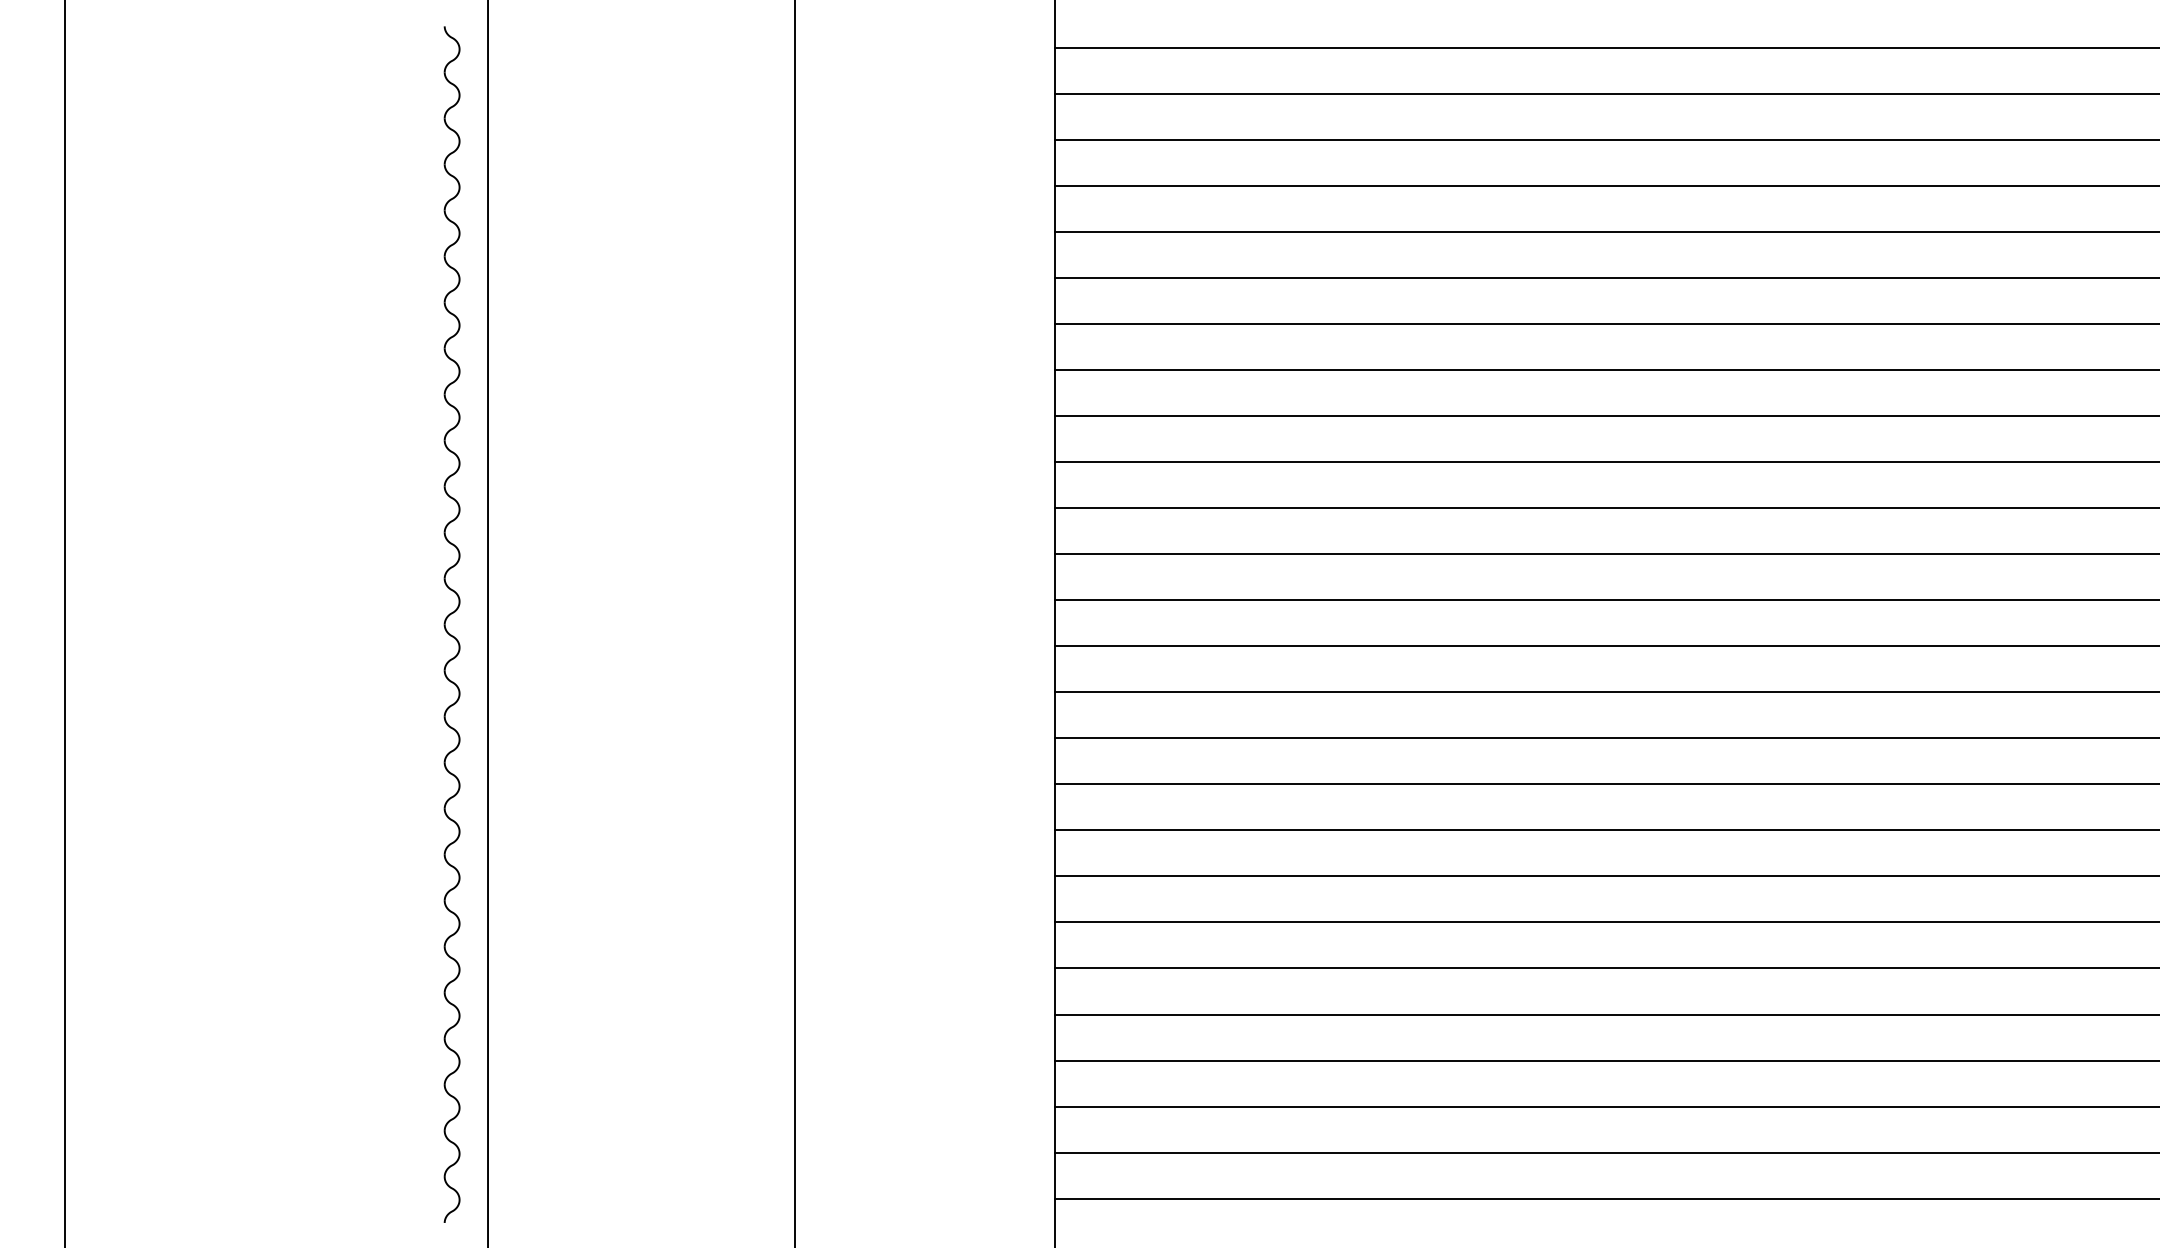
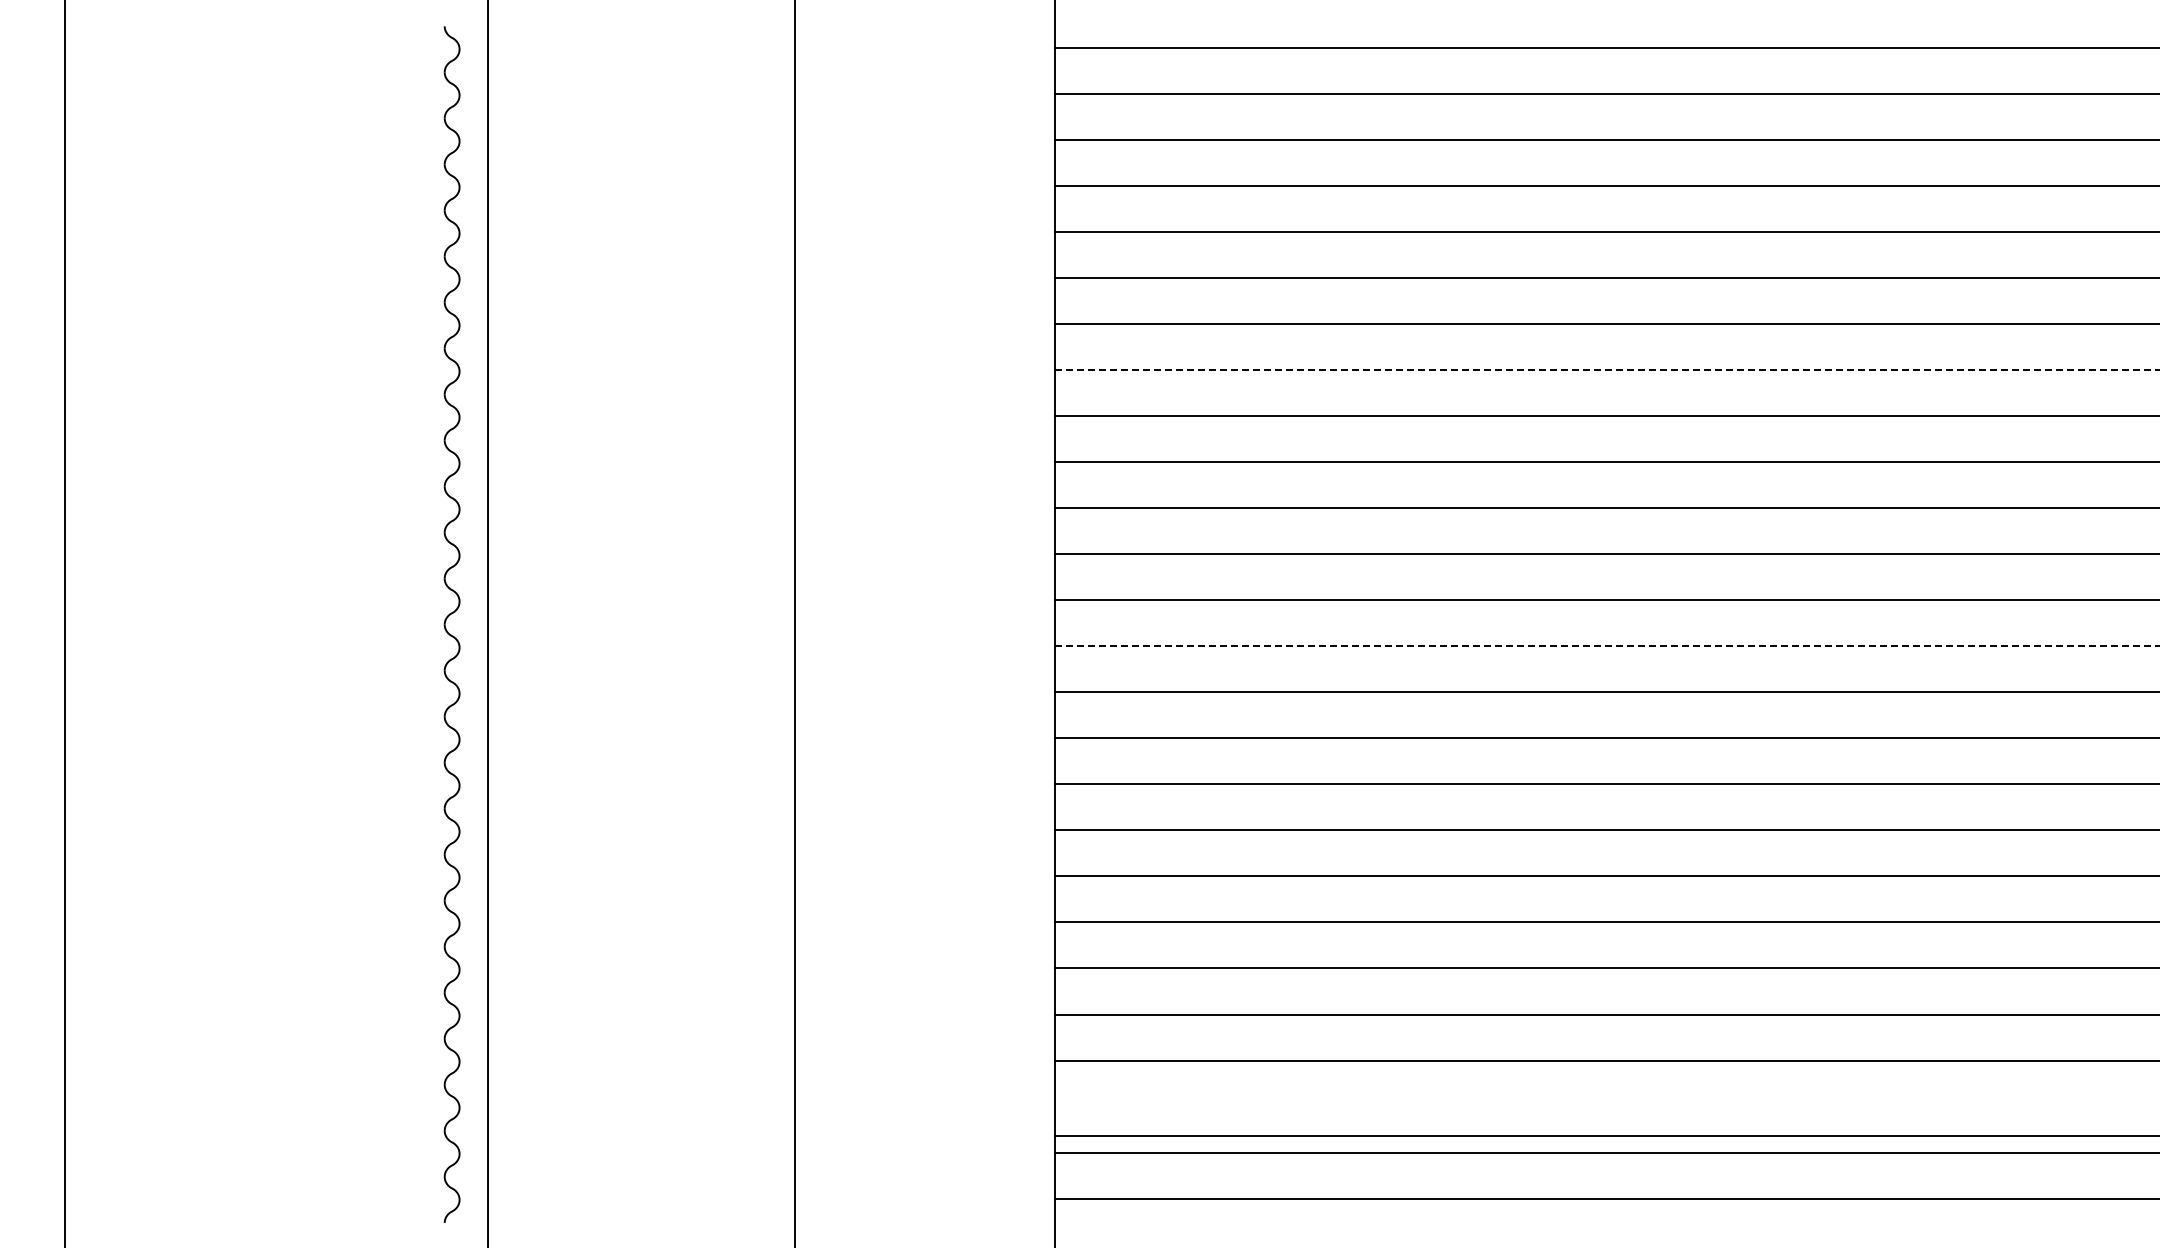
line at (1607, 370): solid -> dashed
line at (1607, 646): solid -> dashed
line at (1605, 1106) position: (1605, 1106) -> (1605, 1135)
